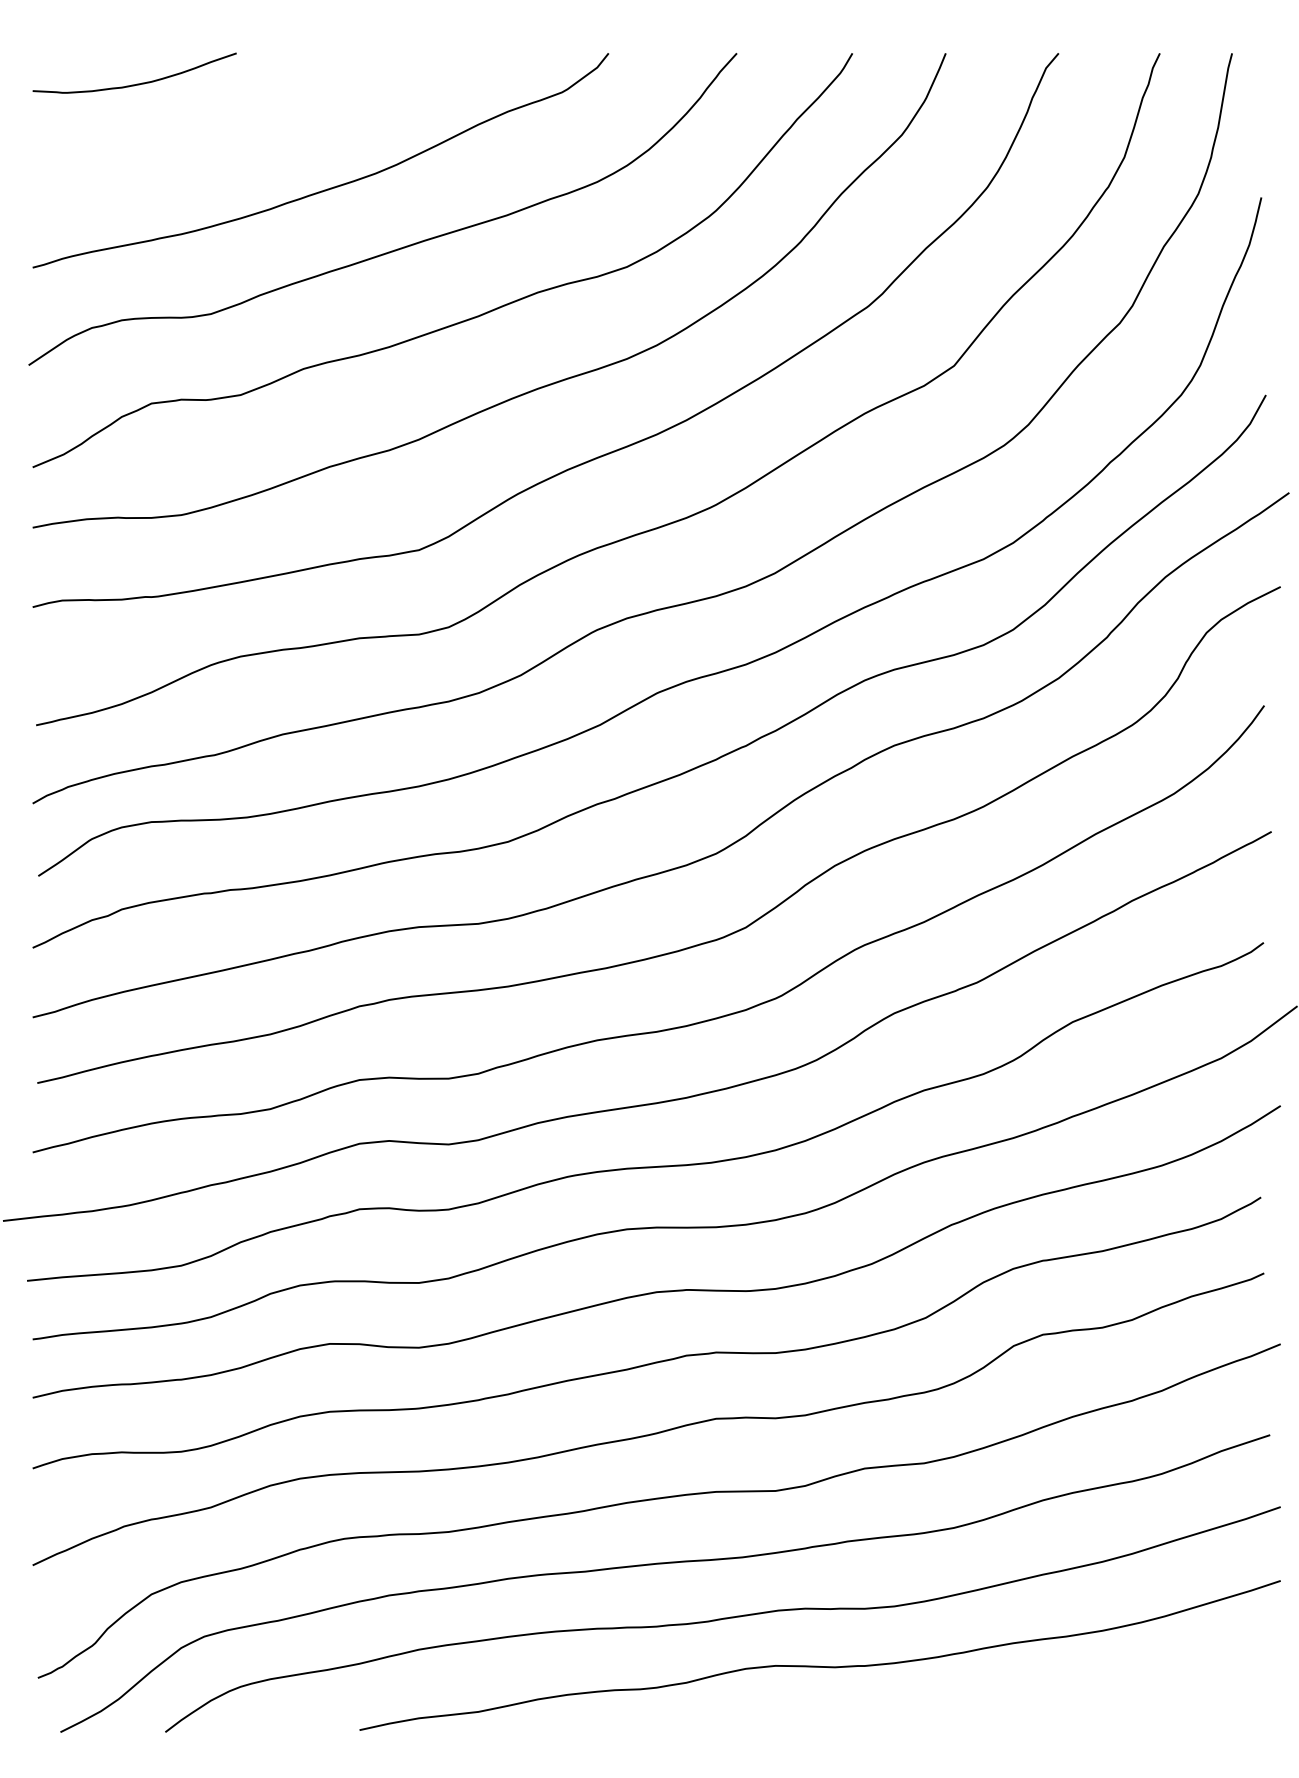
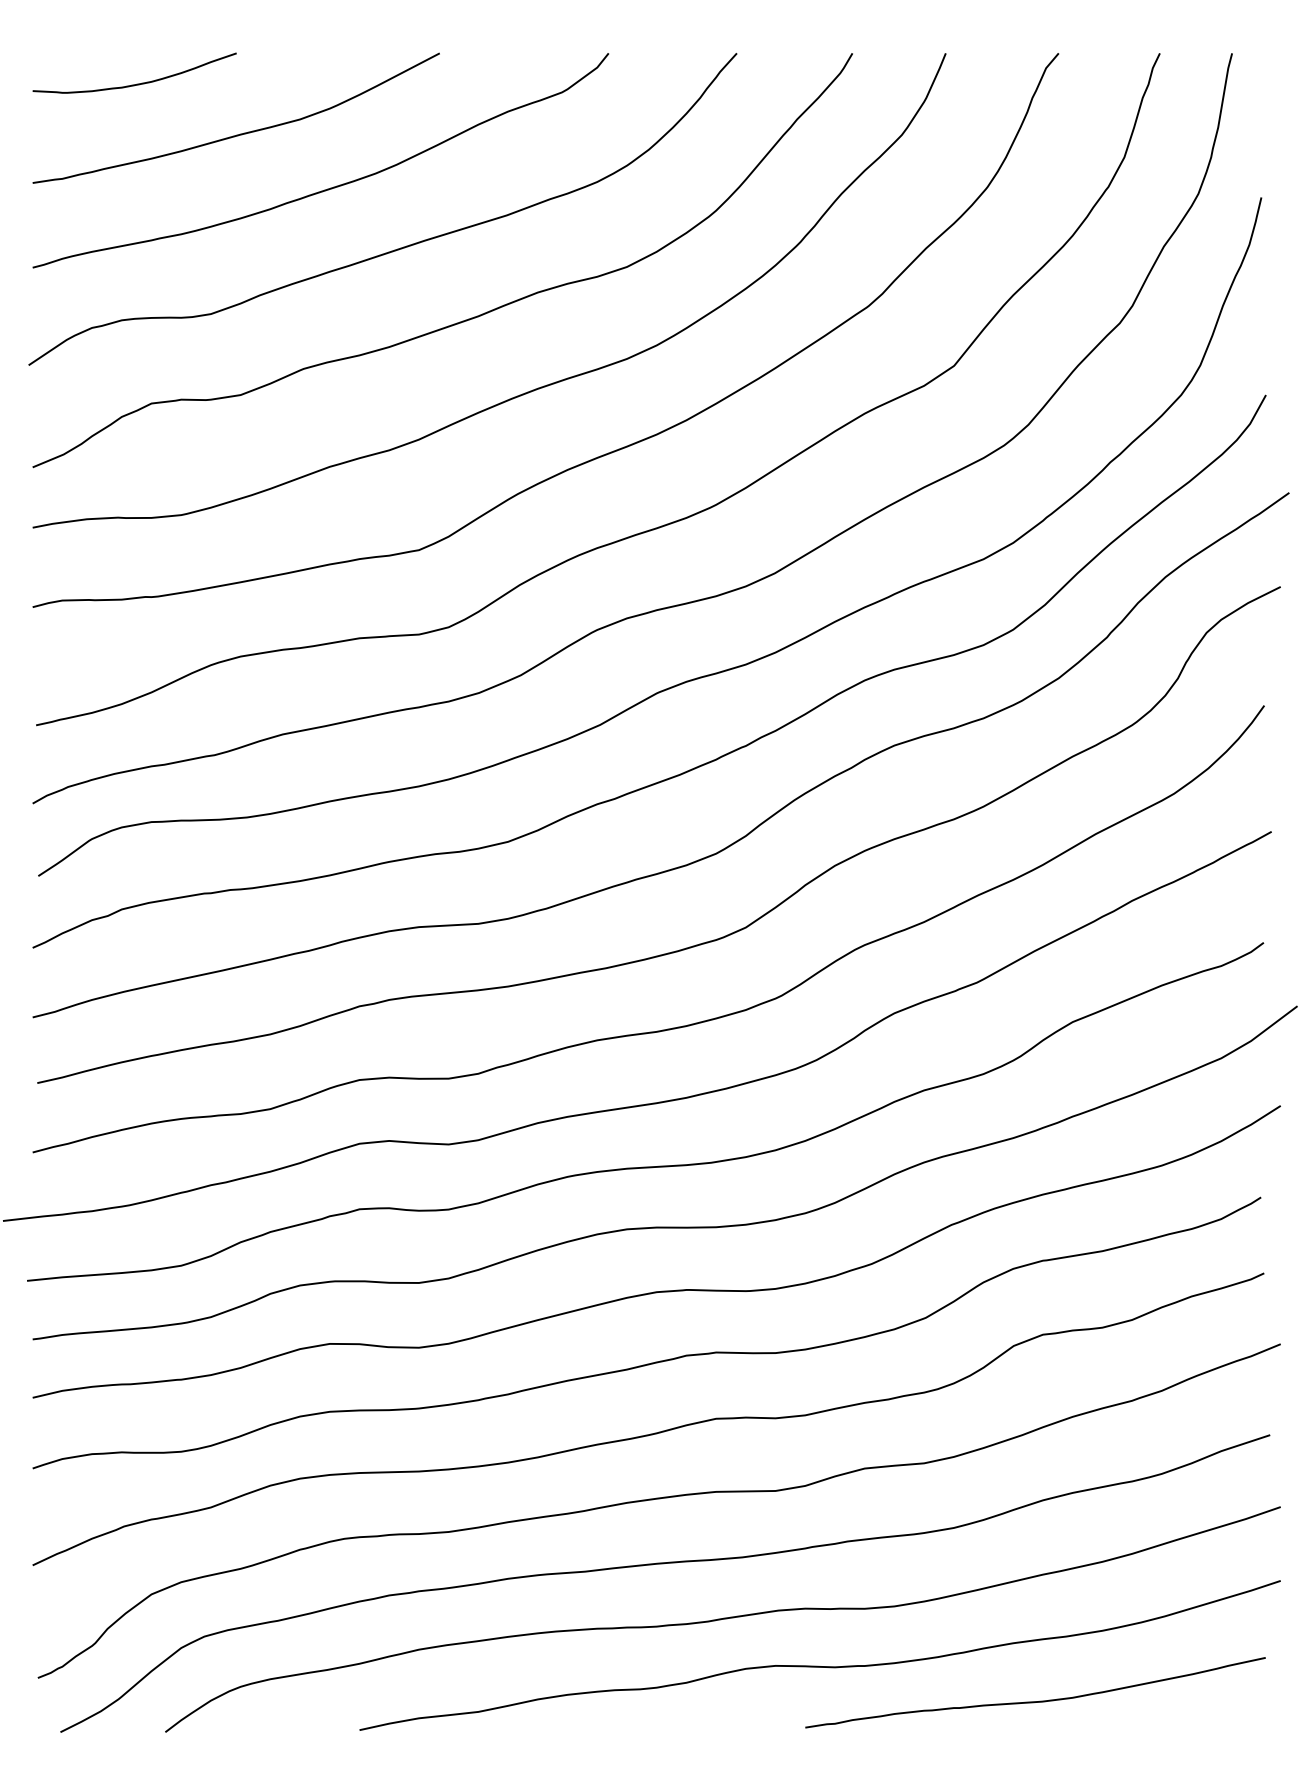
curve at (240, 133): none -> present
curve at (1039, 1700): none -> present
